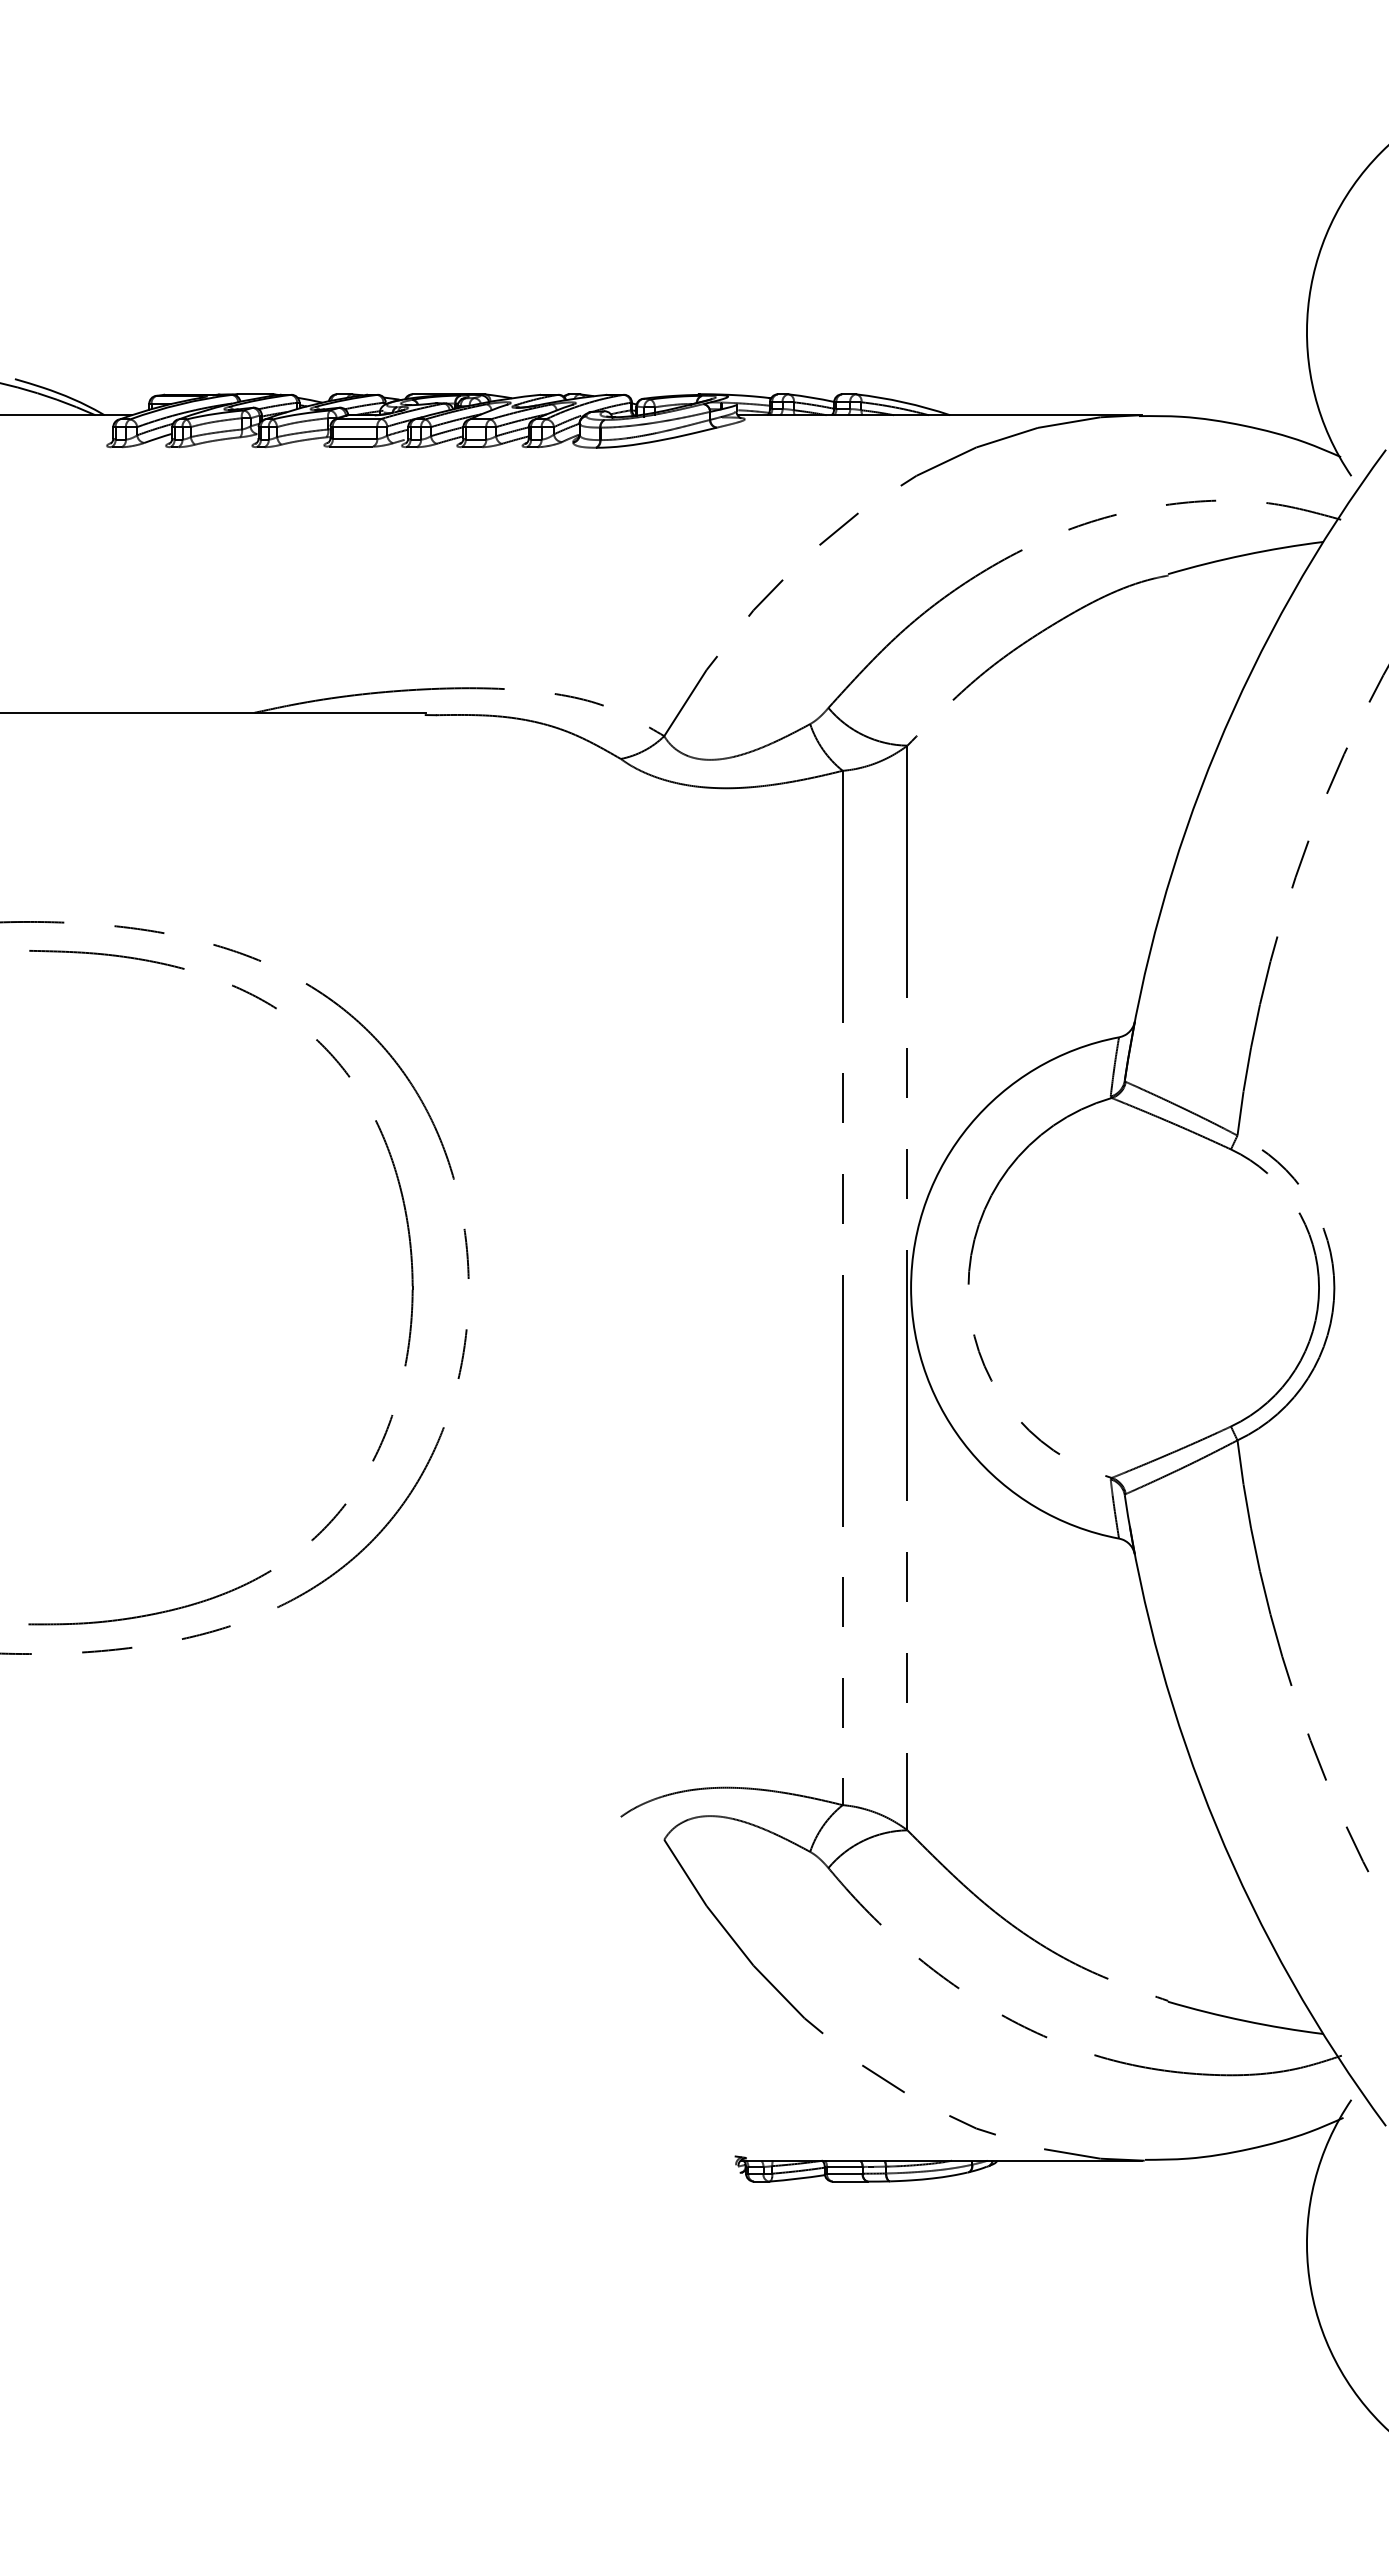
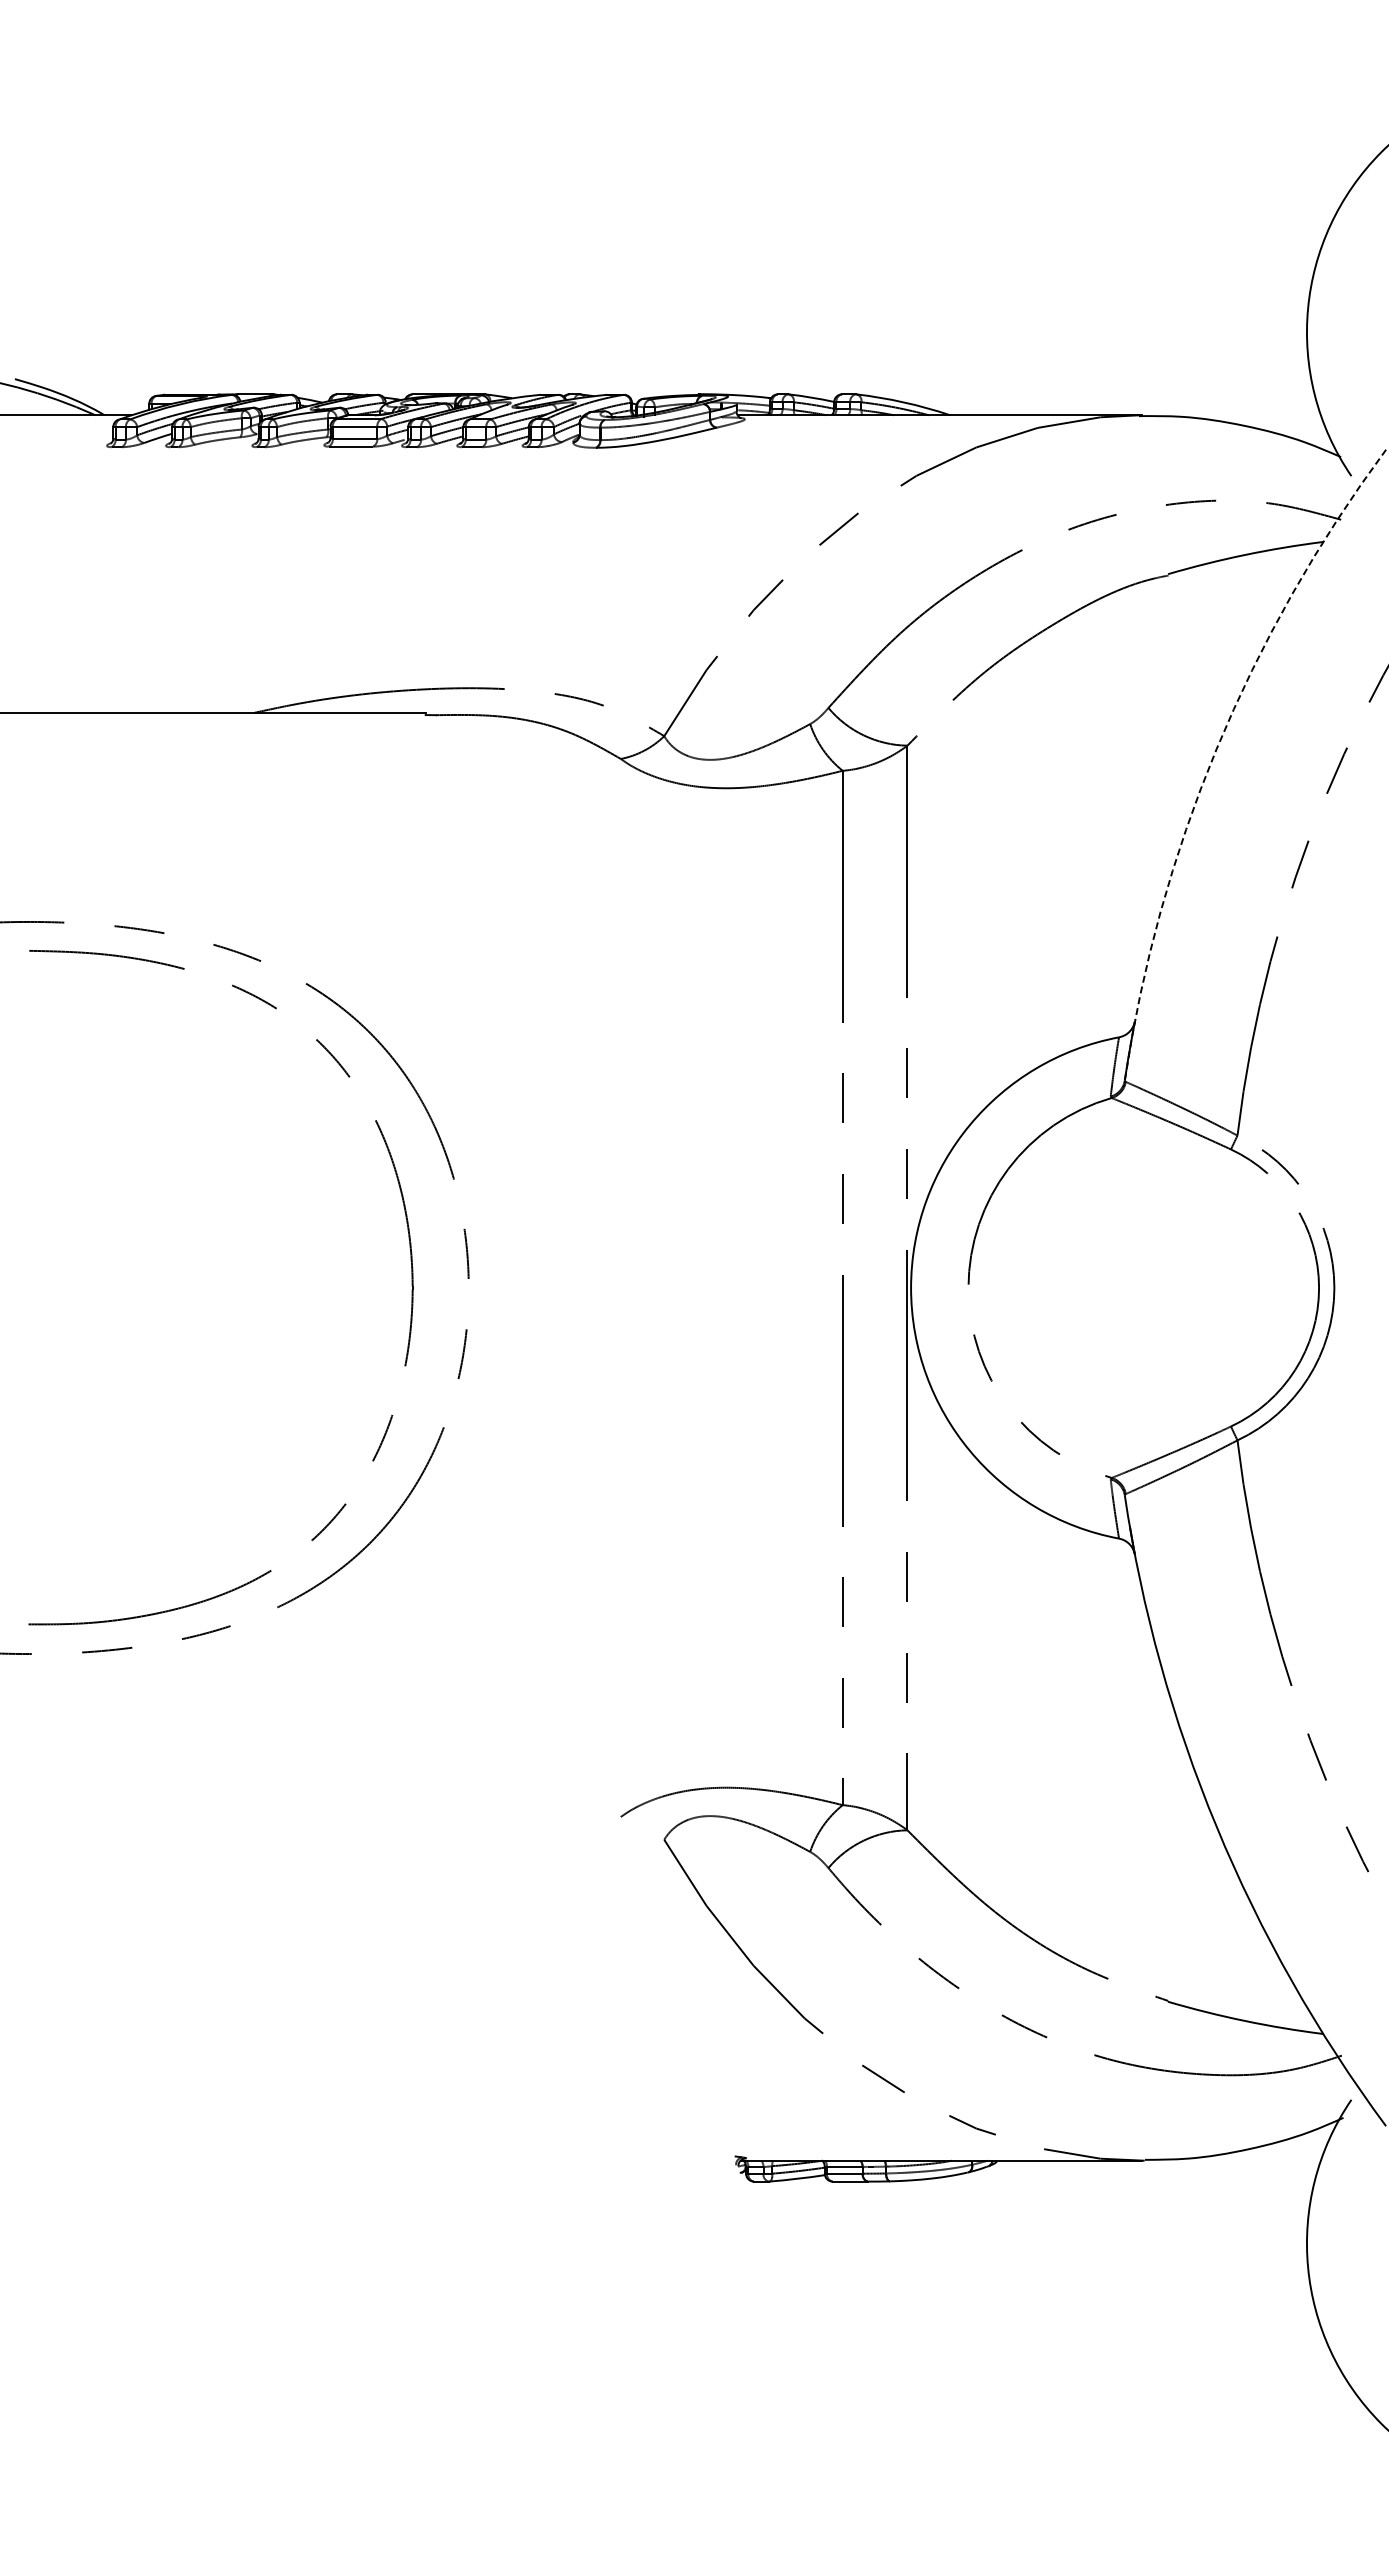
arc at (1216, 749): solid -> dashed
